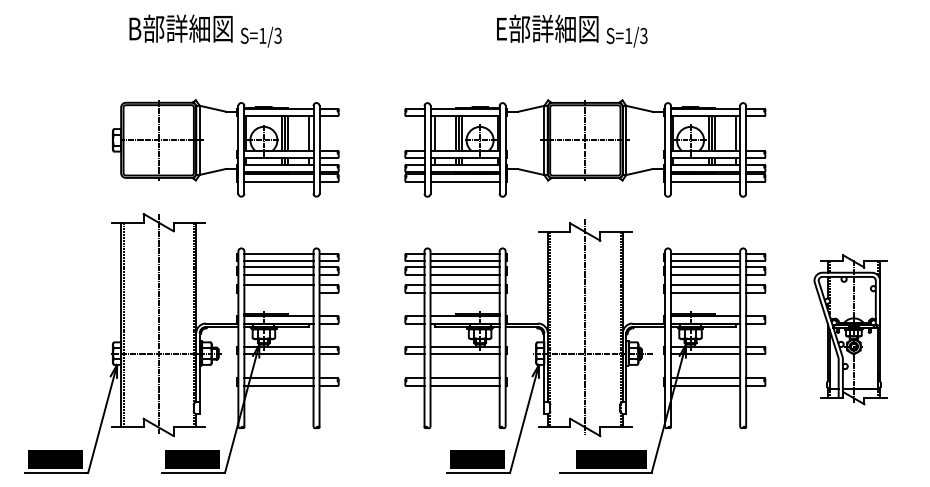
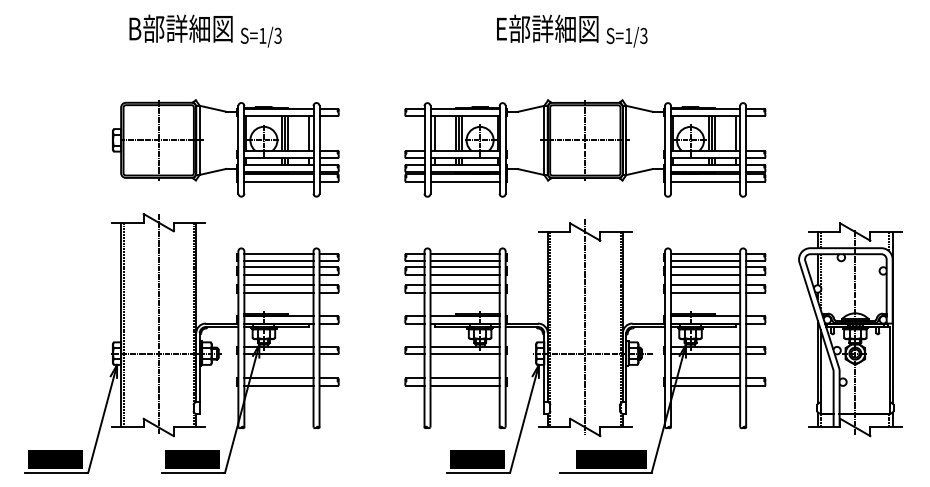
line at (278, 292): none -> present
part at (850, 329) size: 75x152 px -> 105x216 px
